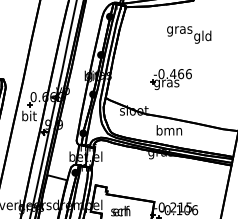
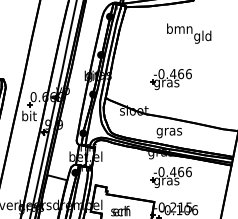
text at (179, 29): gras -> bmn
text at (169, 131): bmn -> gras
part at (170, 177): none -> present
